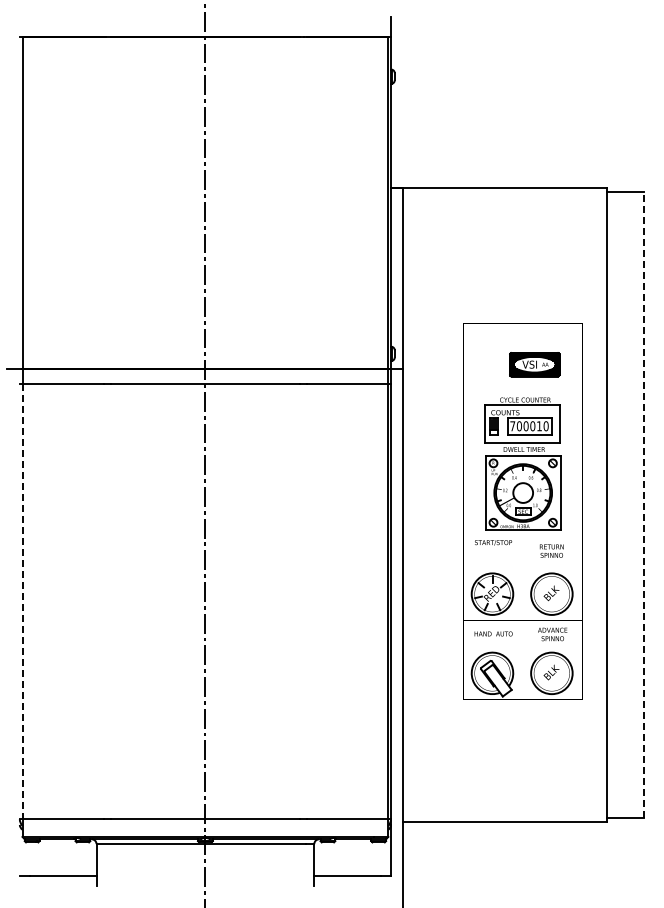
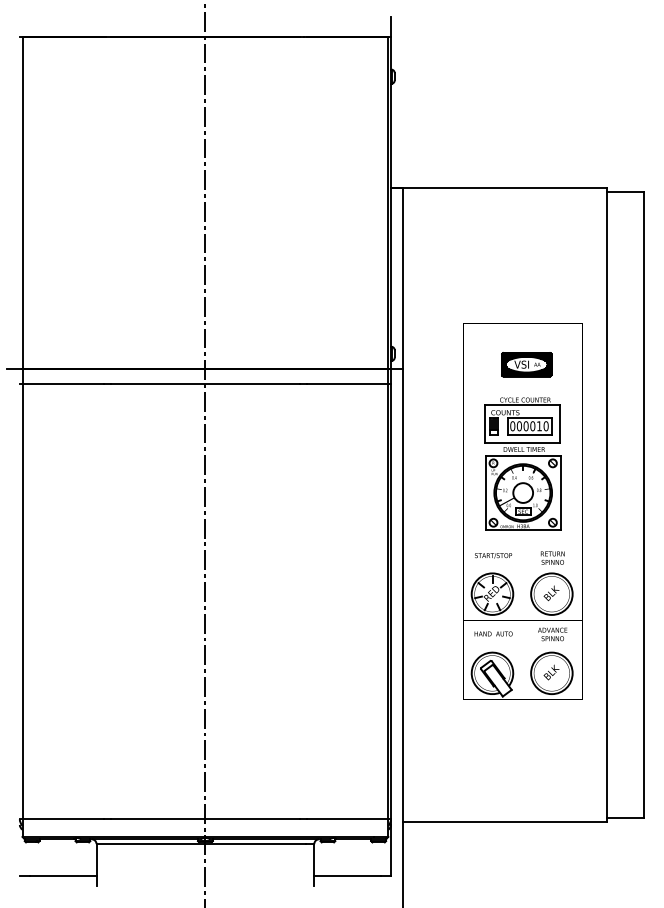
part at (534, 364) position: (534, 364) -> (526, 364)
text at (512, 426): 700010 -> 000010
line at (644, 504): dashed -> solid
text at (493, 542) position: (493, 542) -> (493, 555)
text at (551, 550) position: (551, 550) -> (552, 557)
line at (22, 601): dashed -> solid
